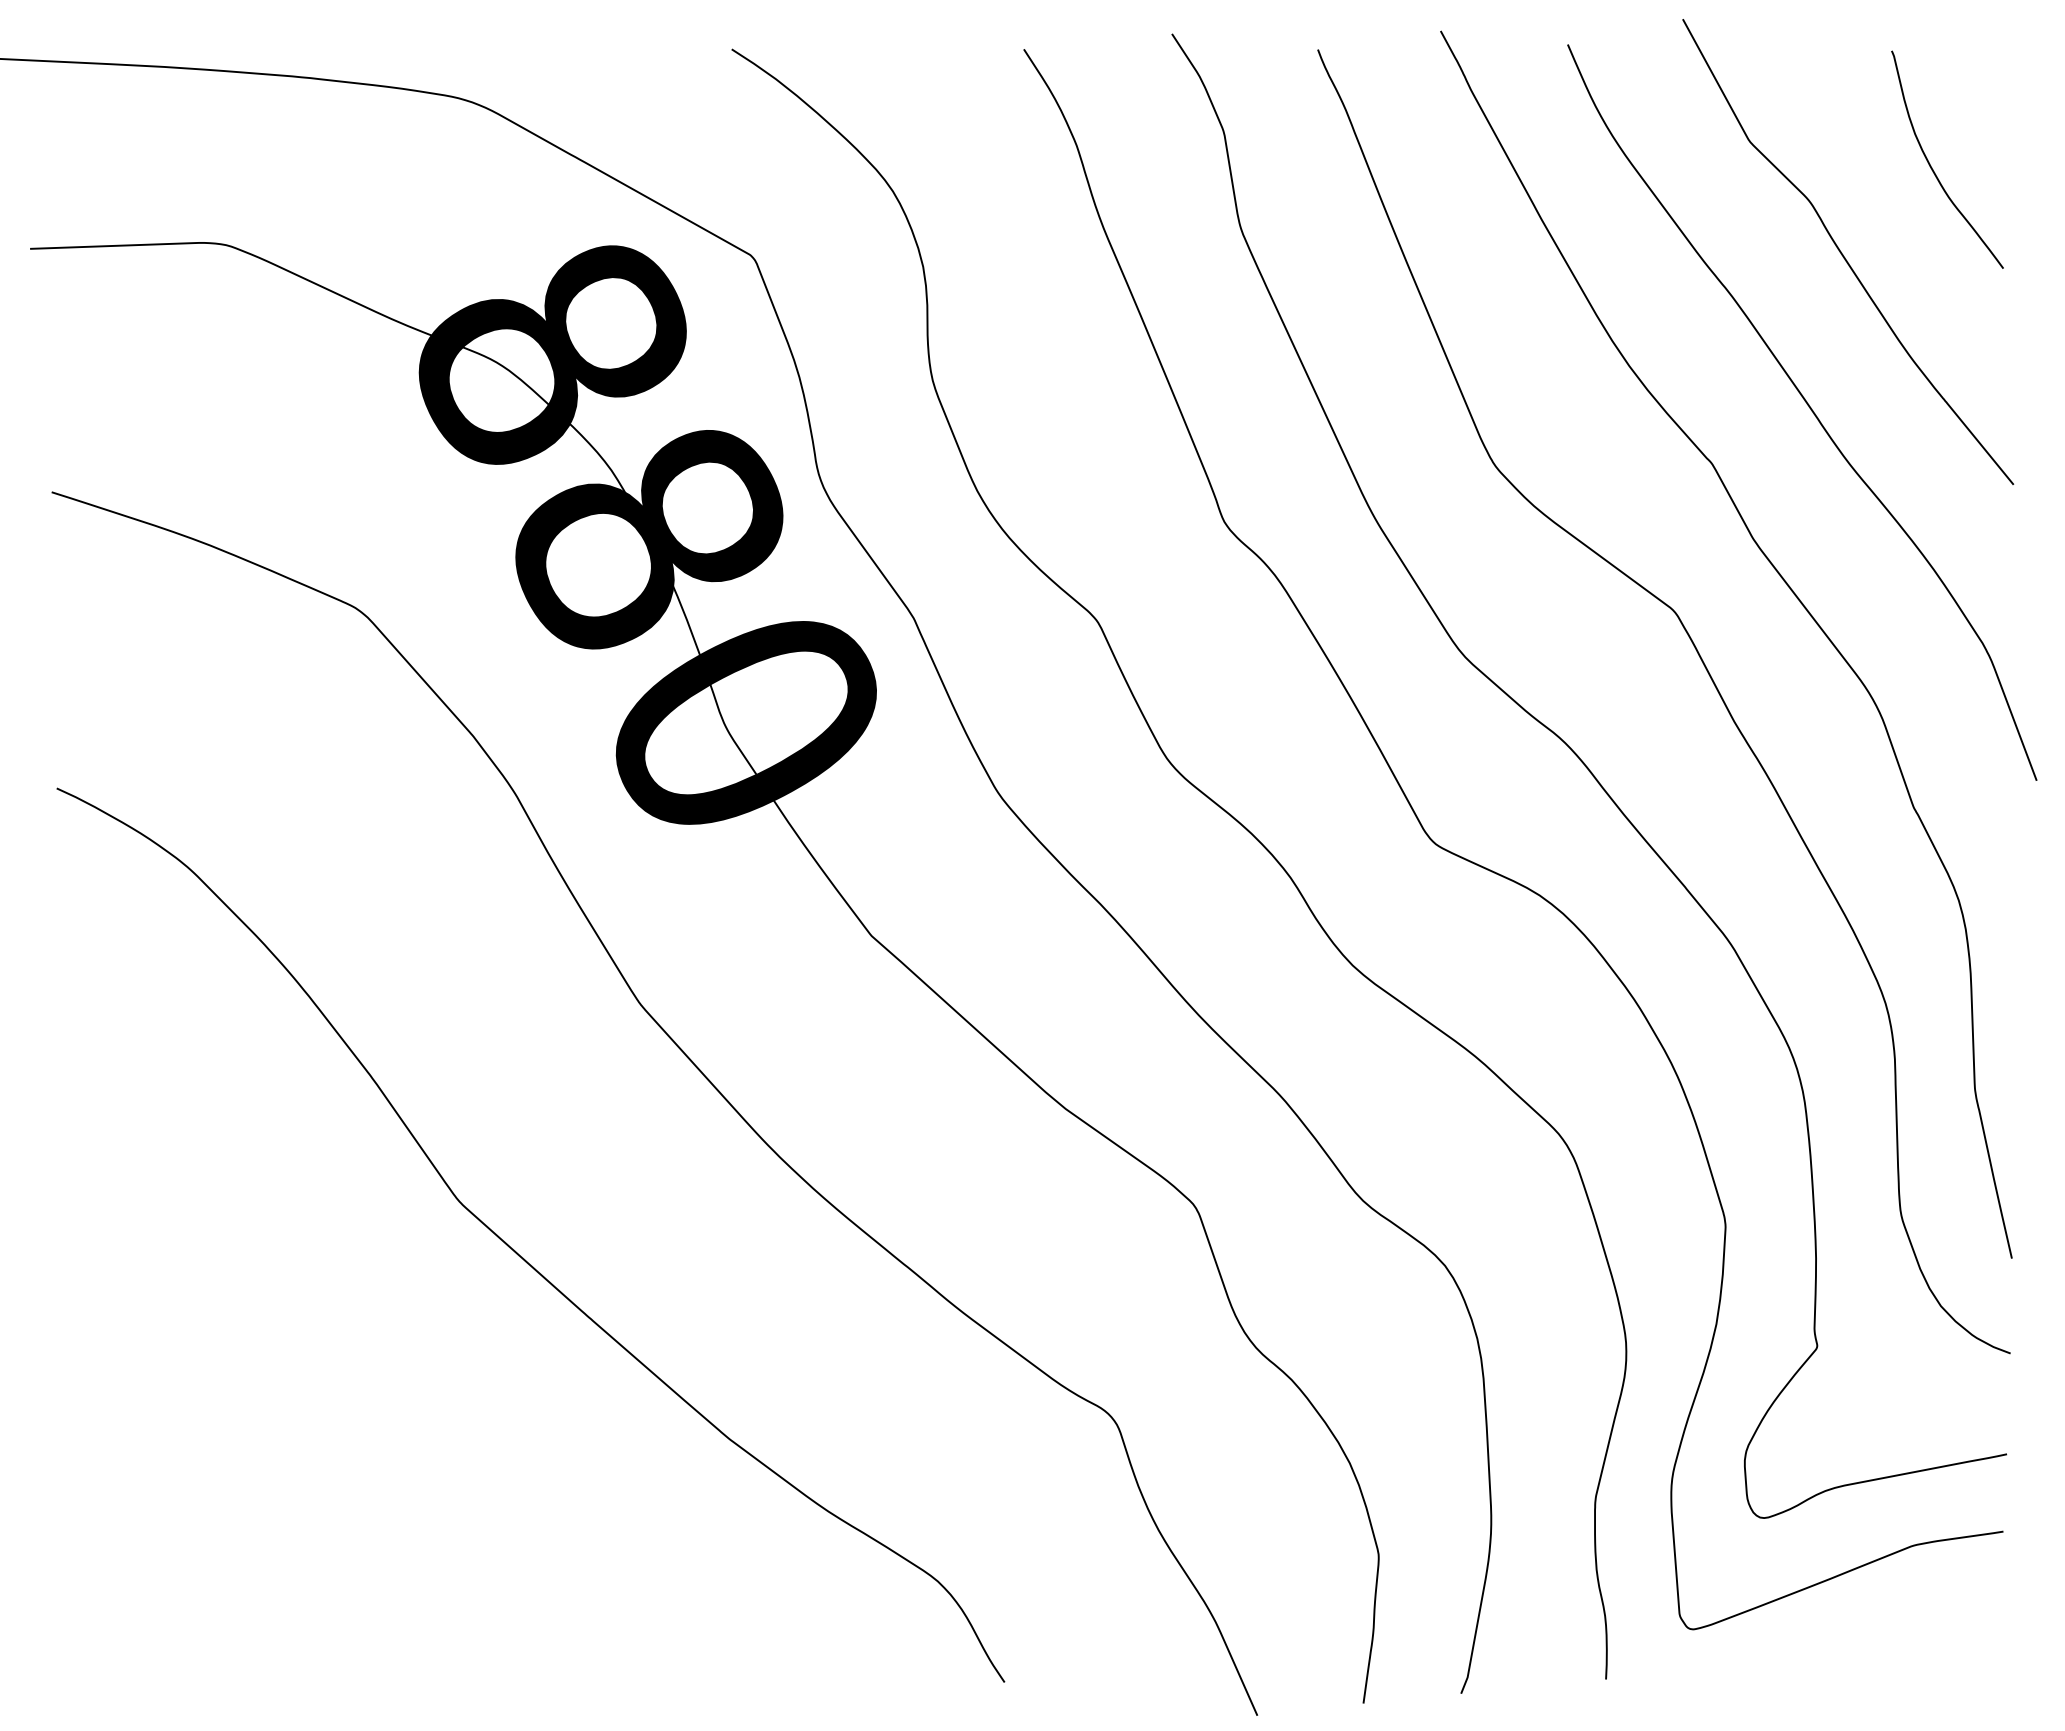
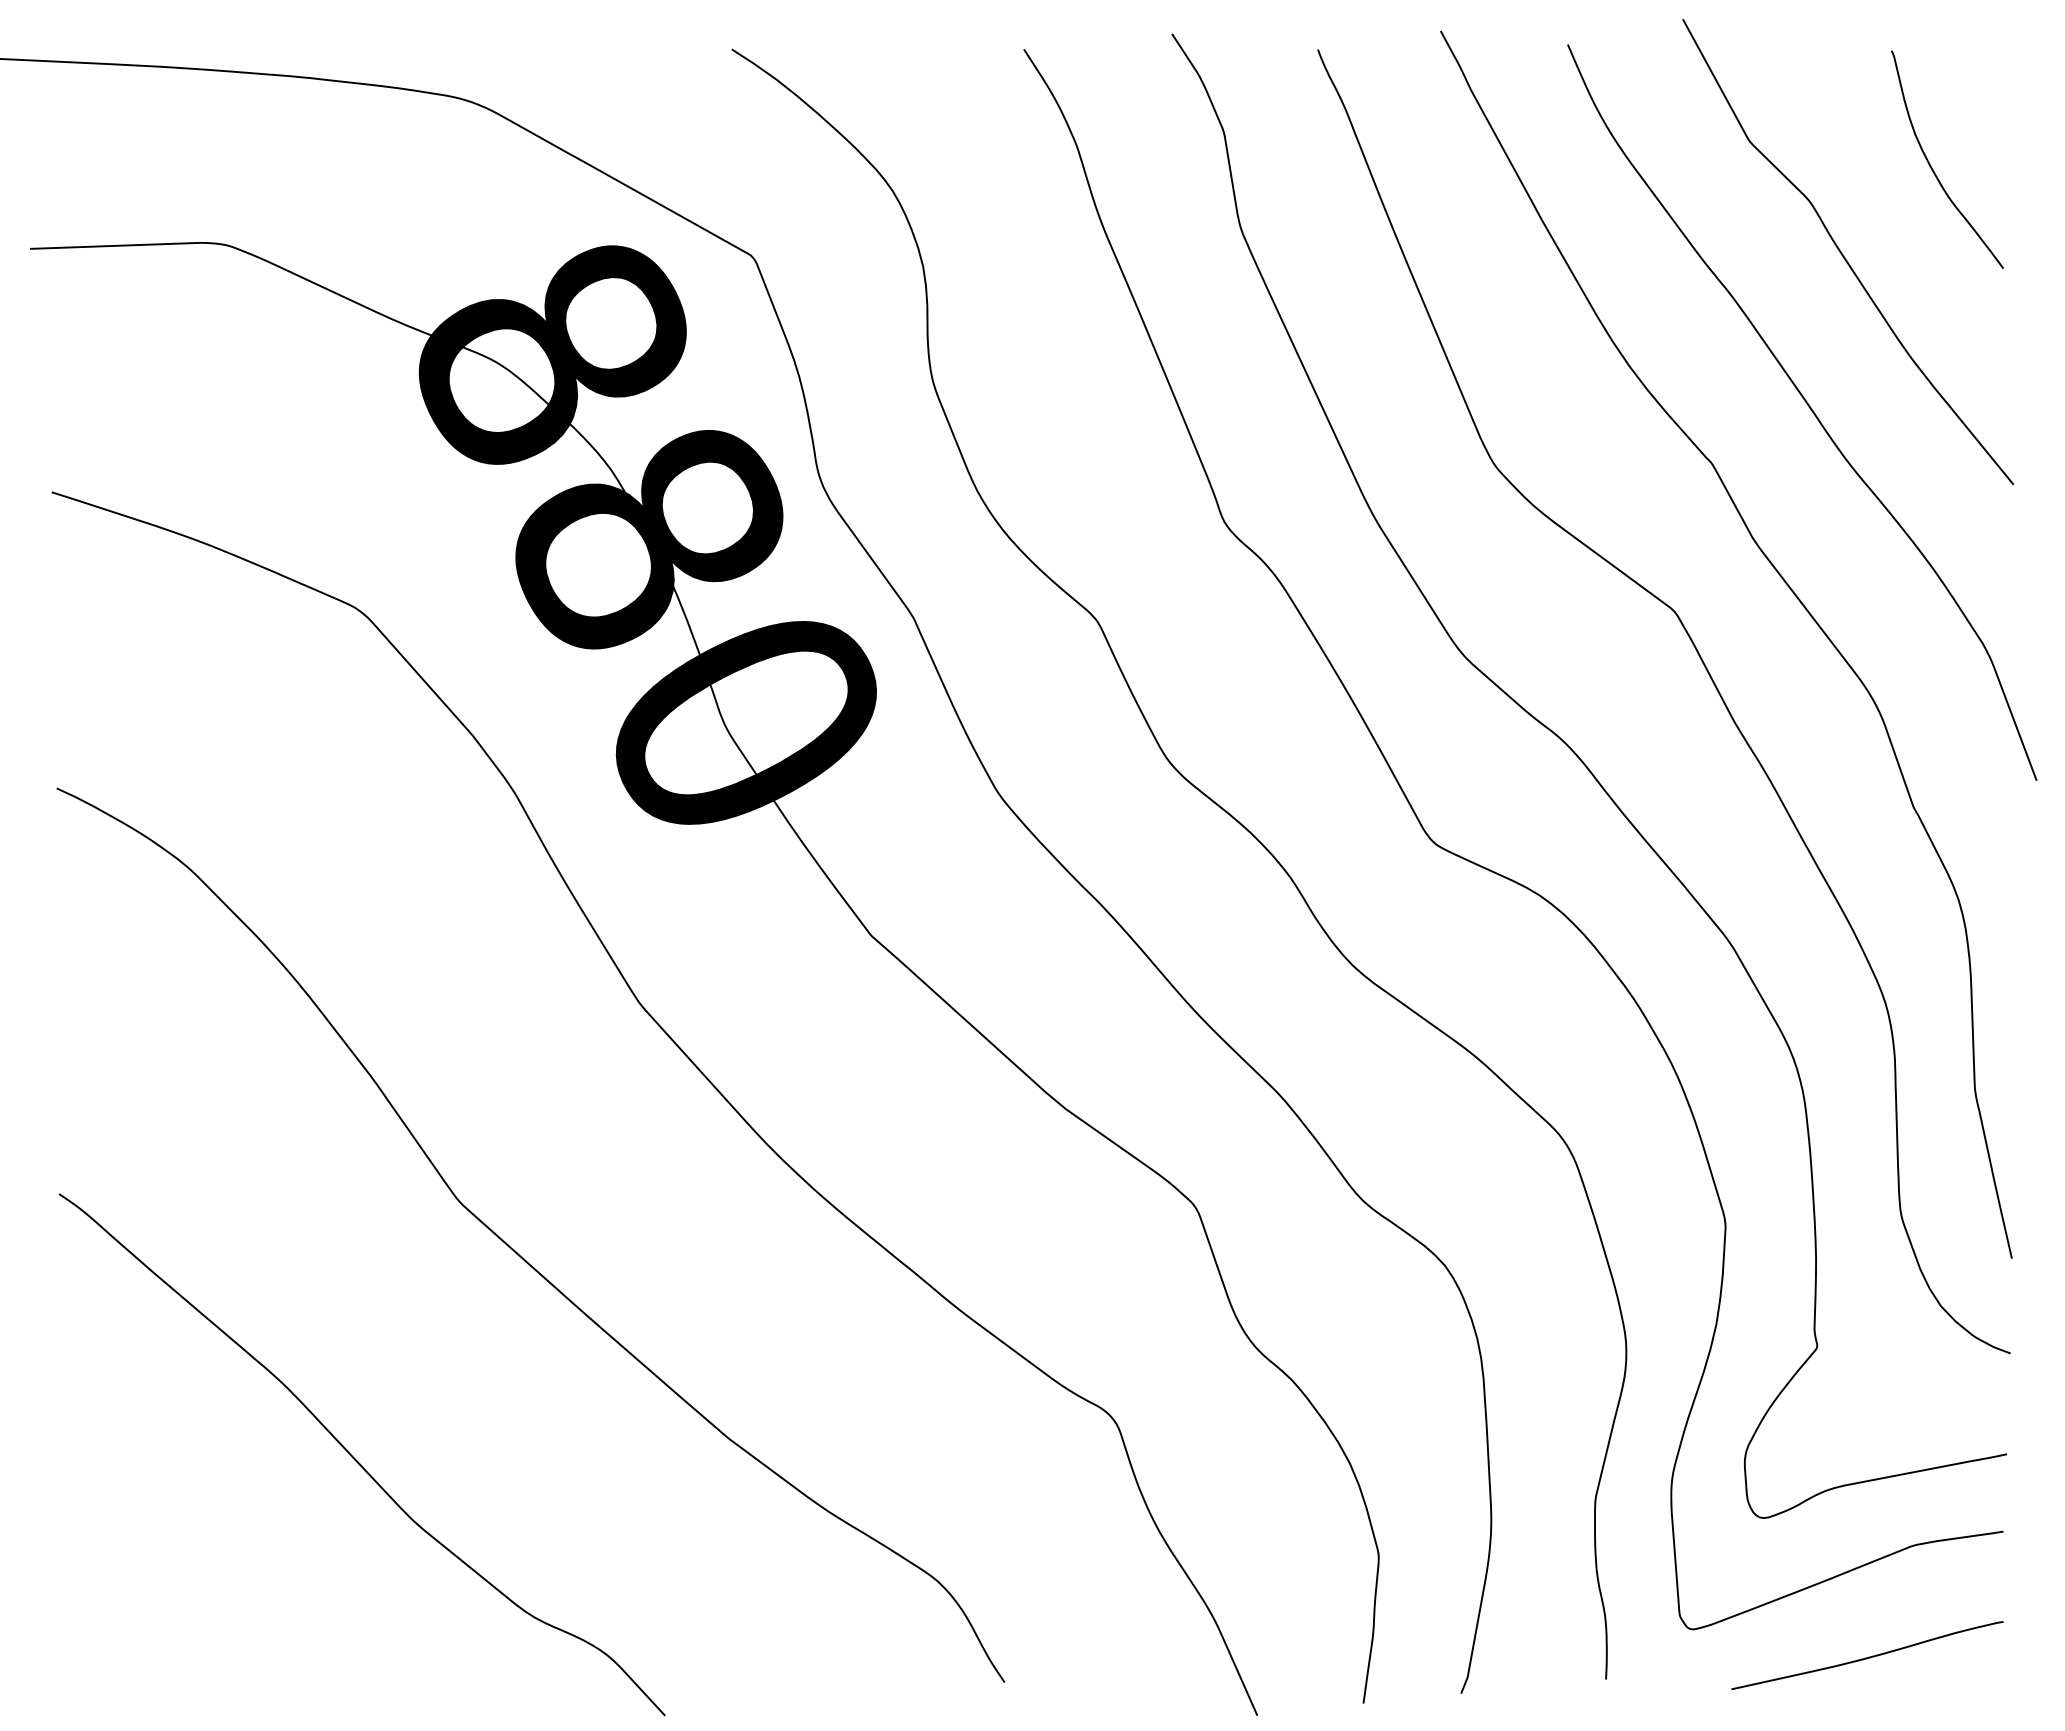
curve at (356, 1459): none -> present
curve at (1868, 1656): none -> present
